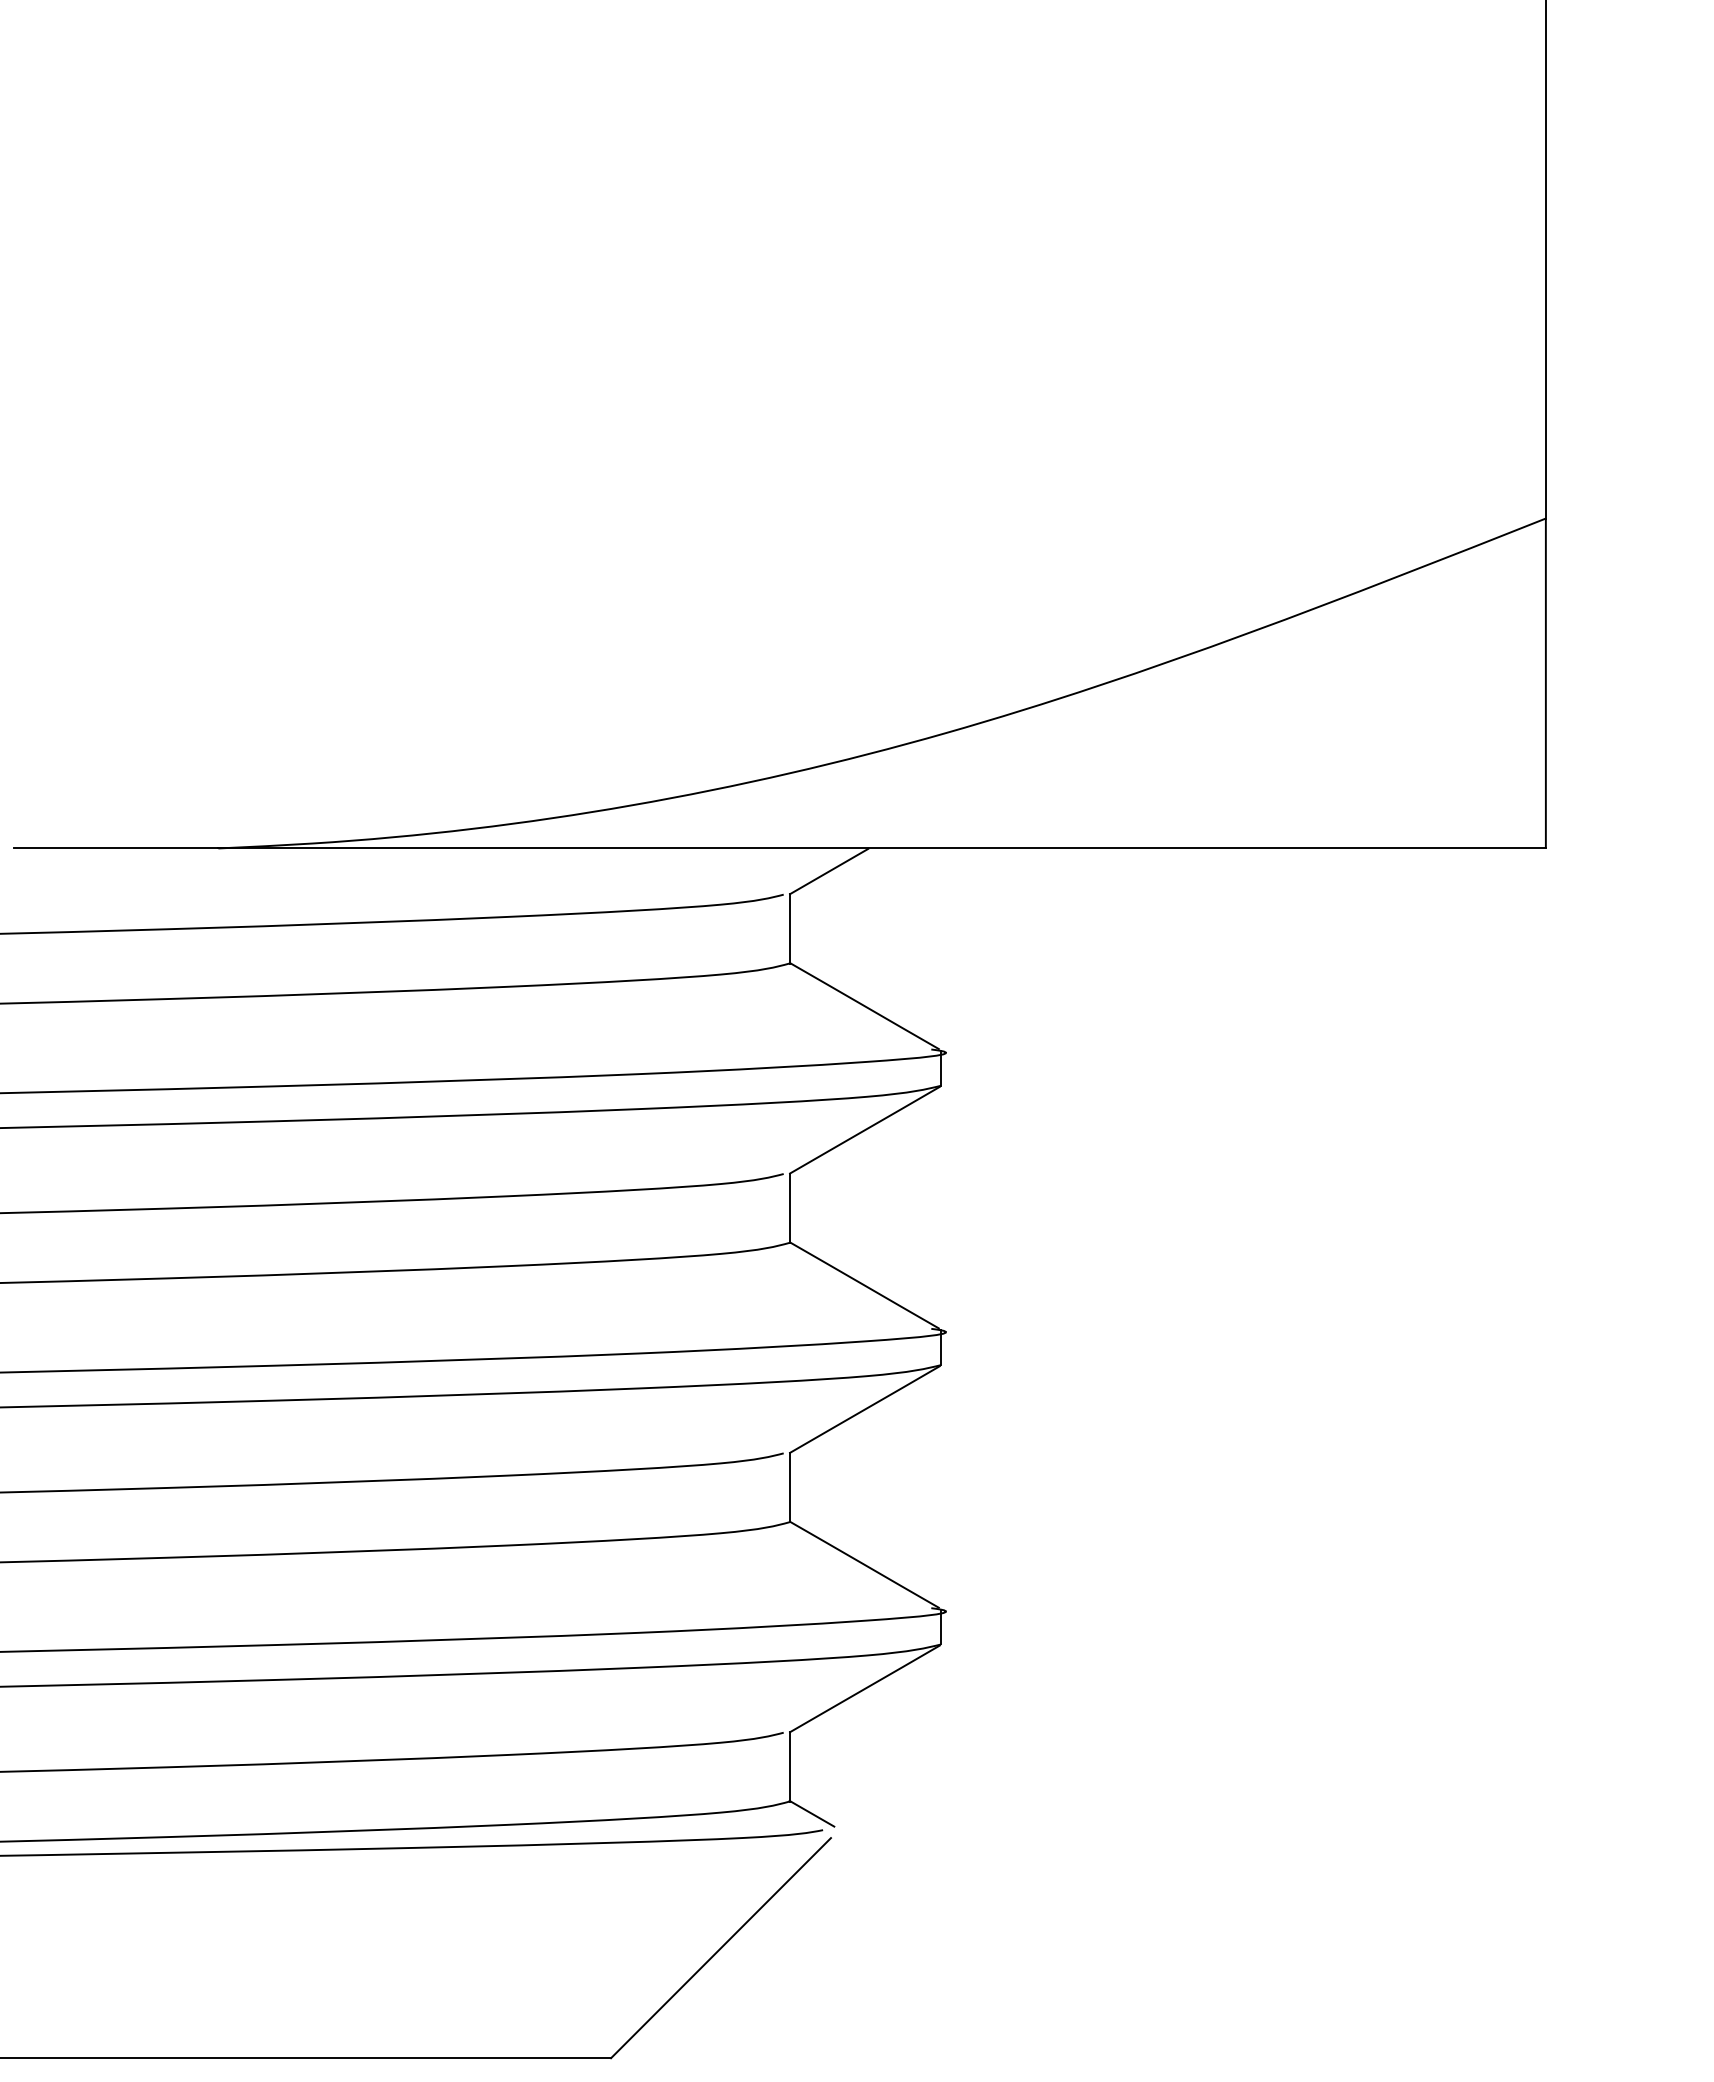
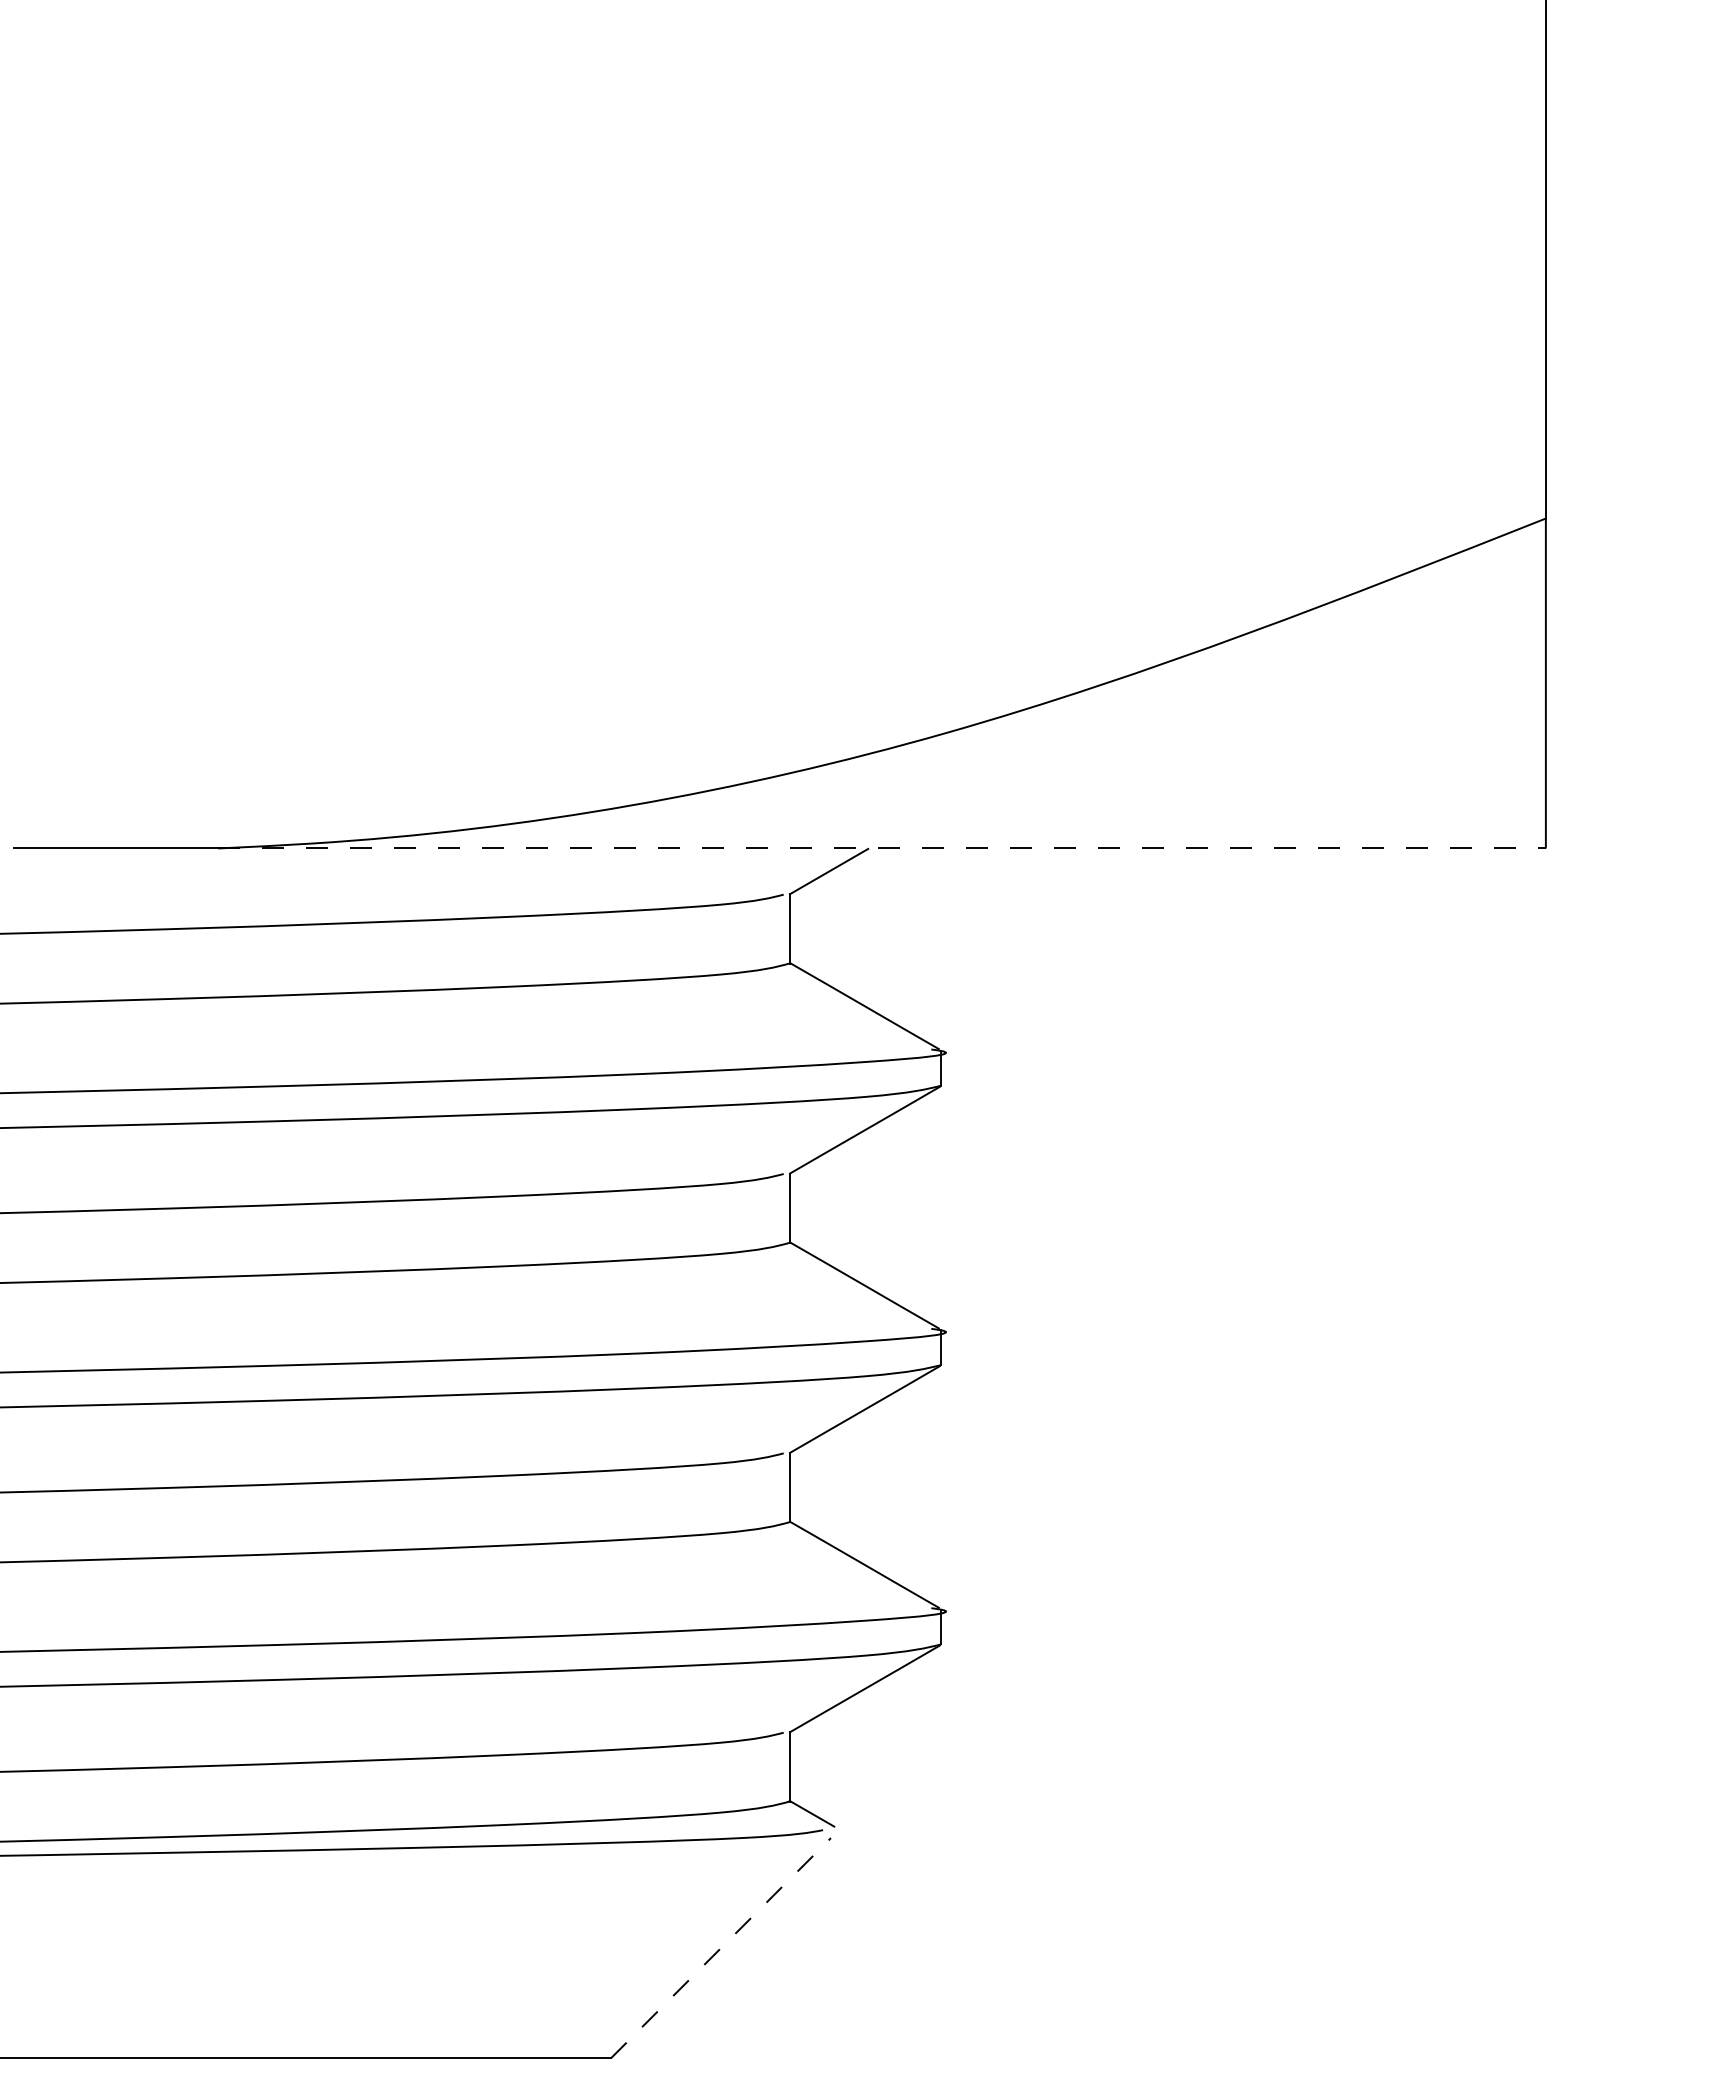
line at (882, 848): solid -> dashed
line at (721, 1948): solid -> dashed
